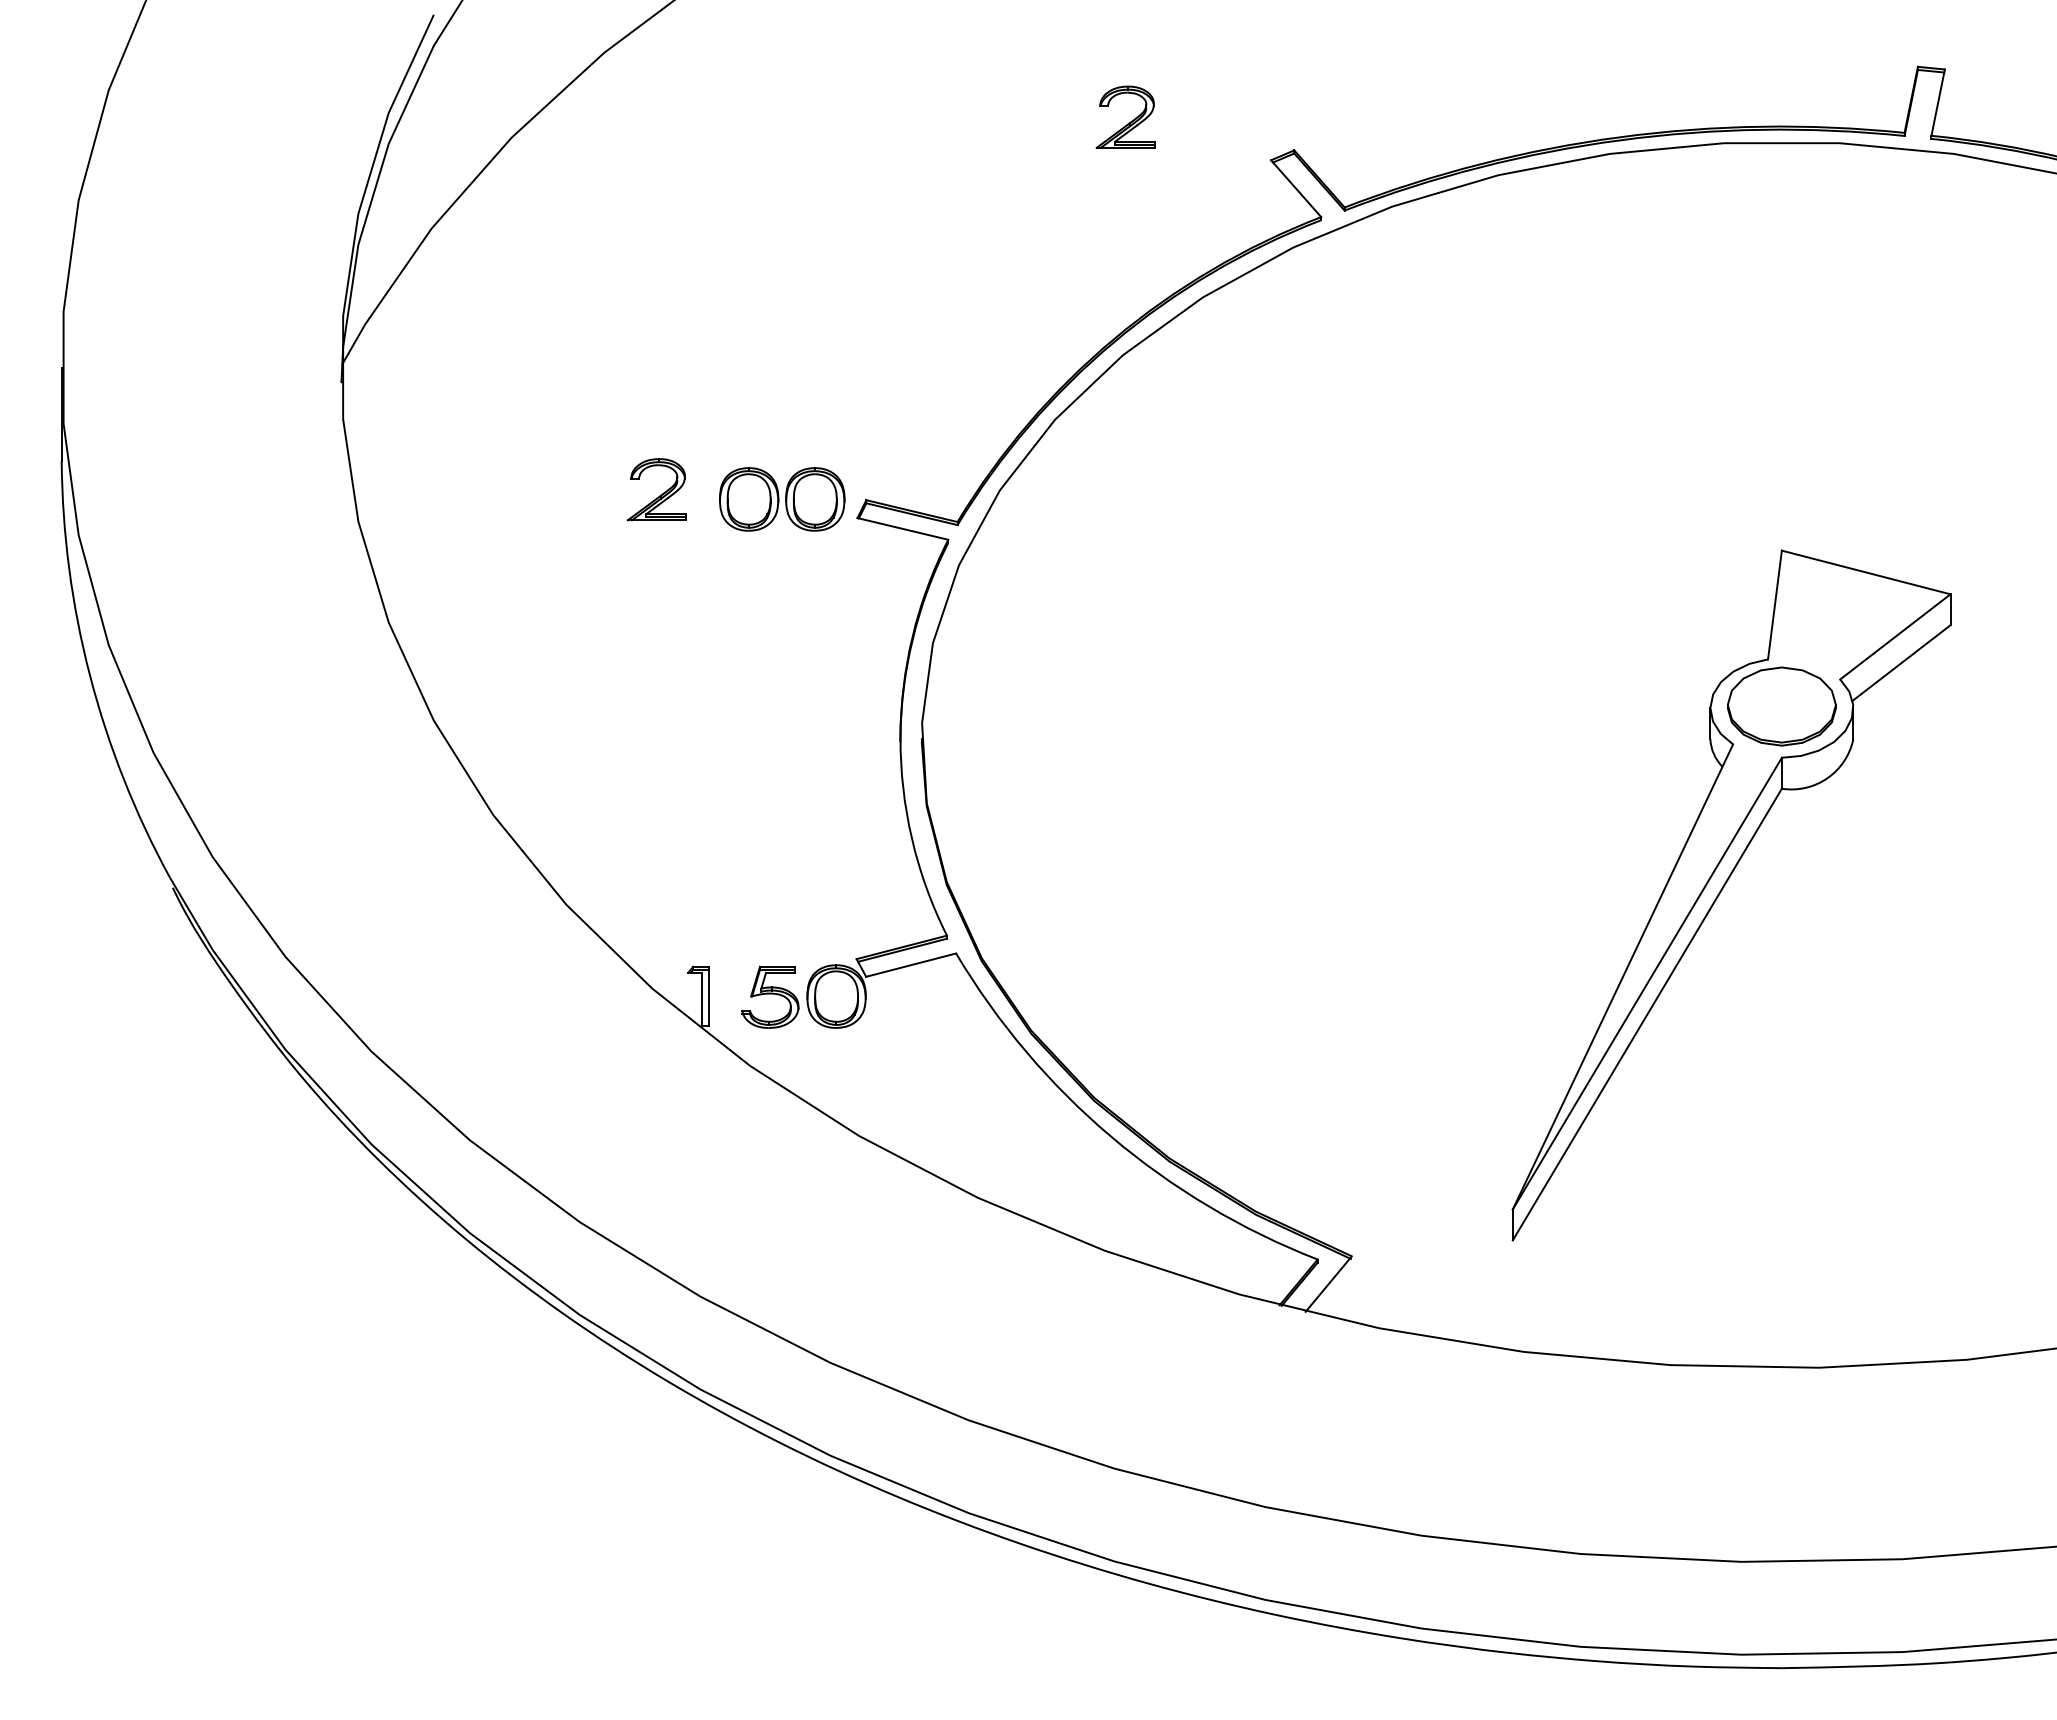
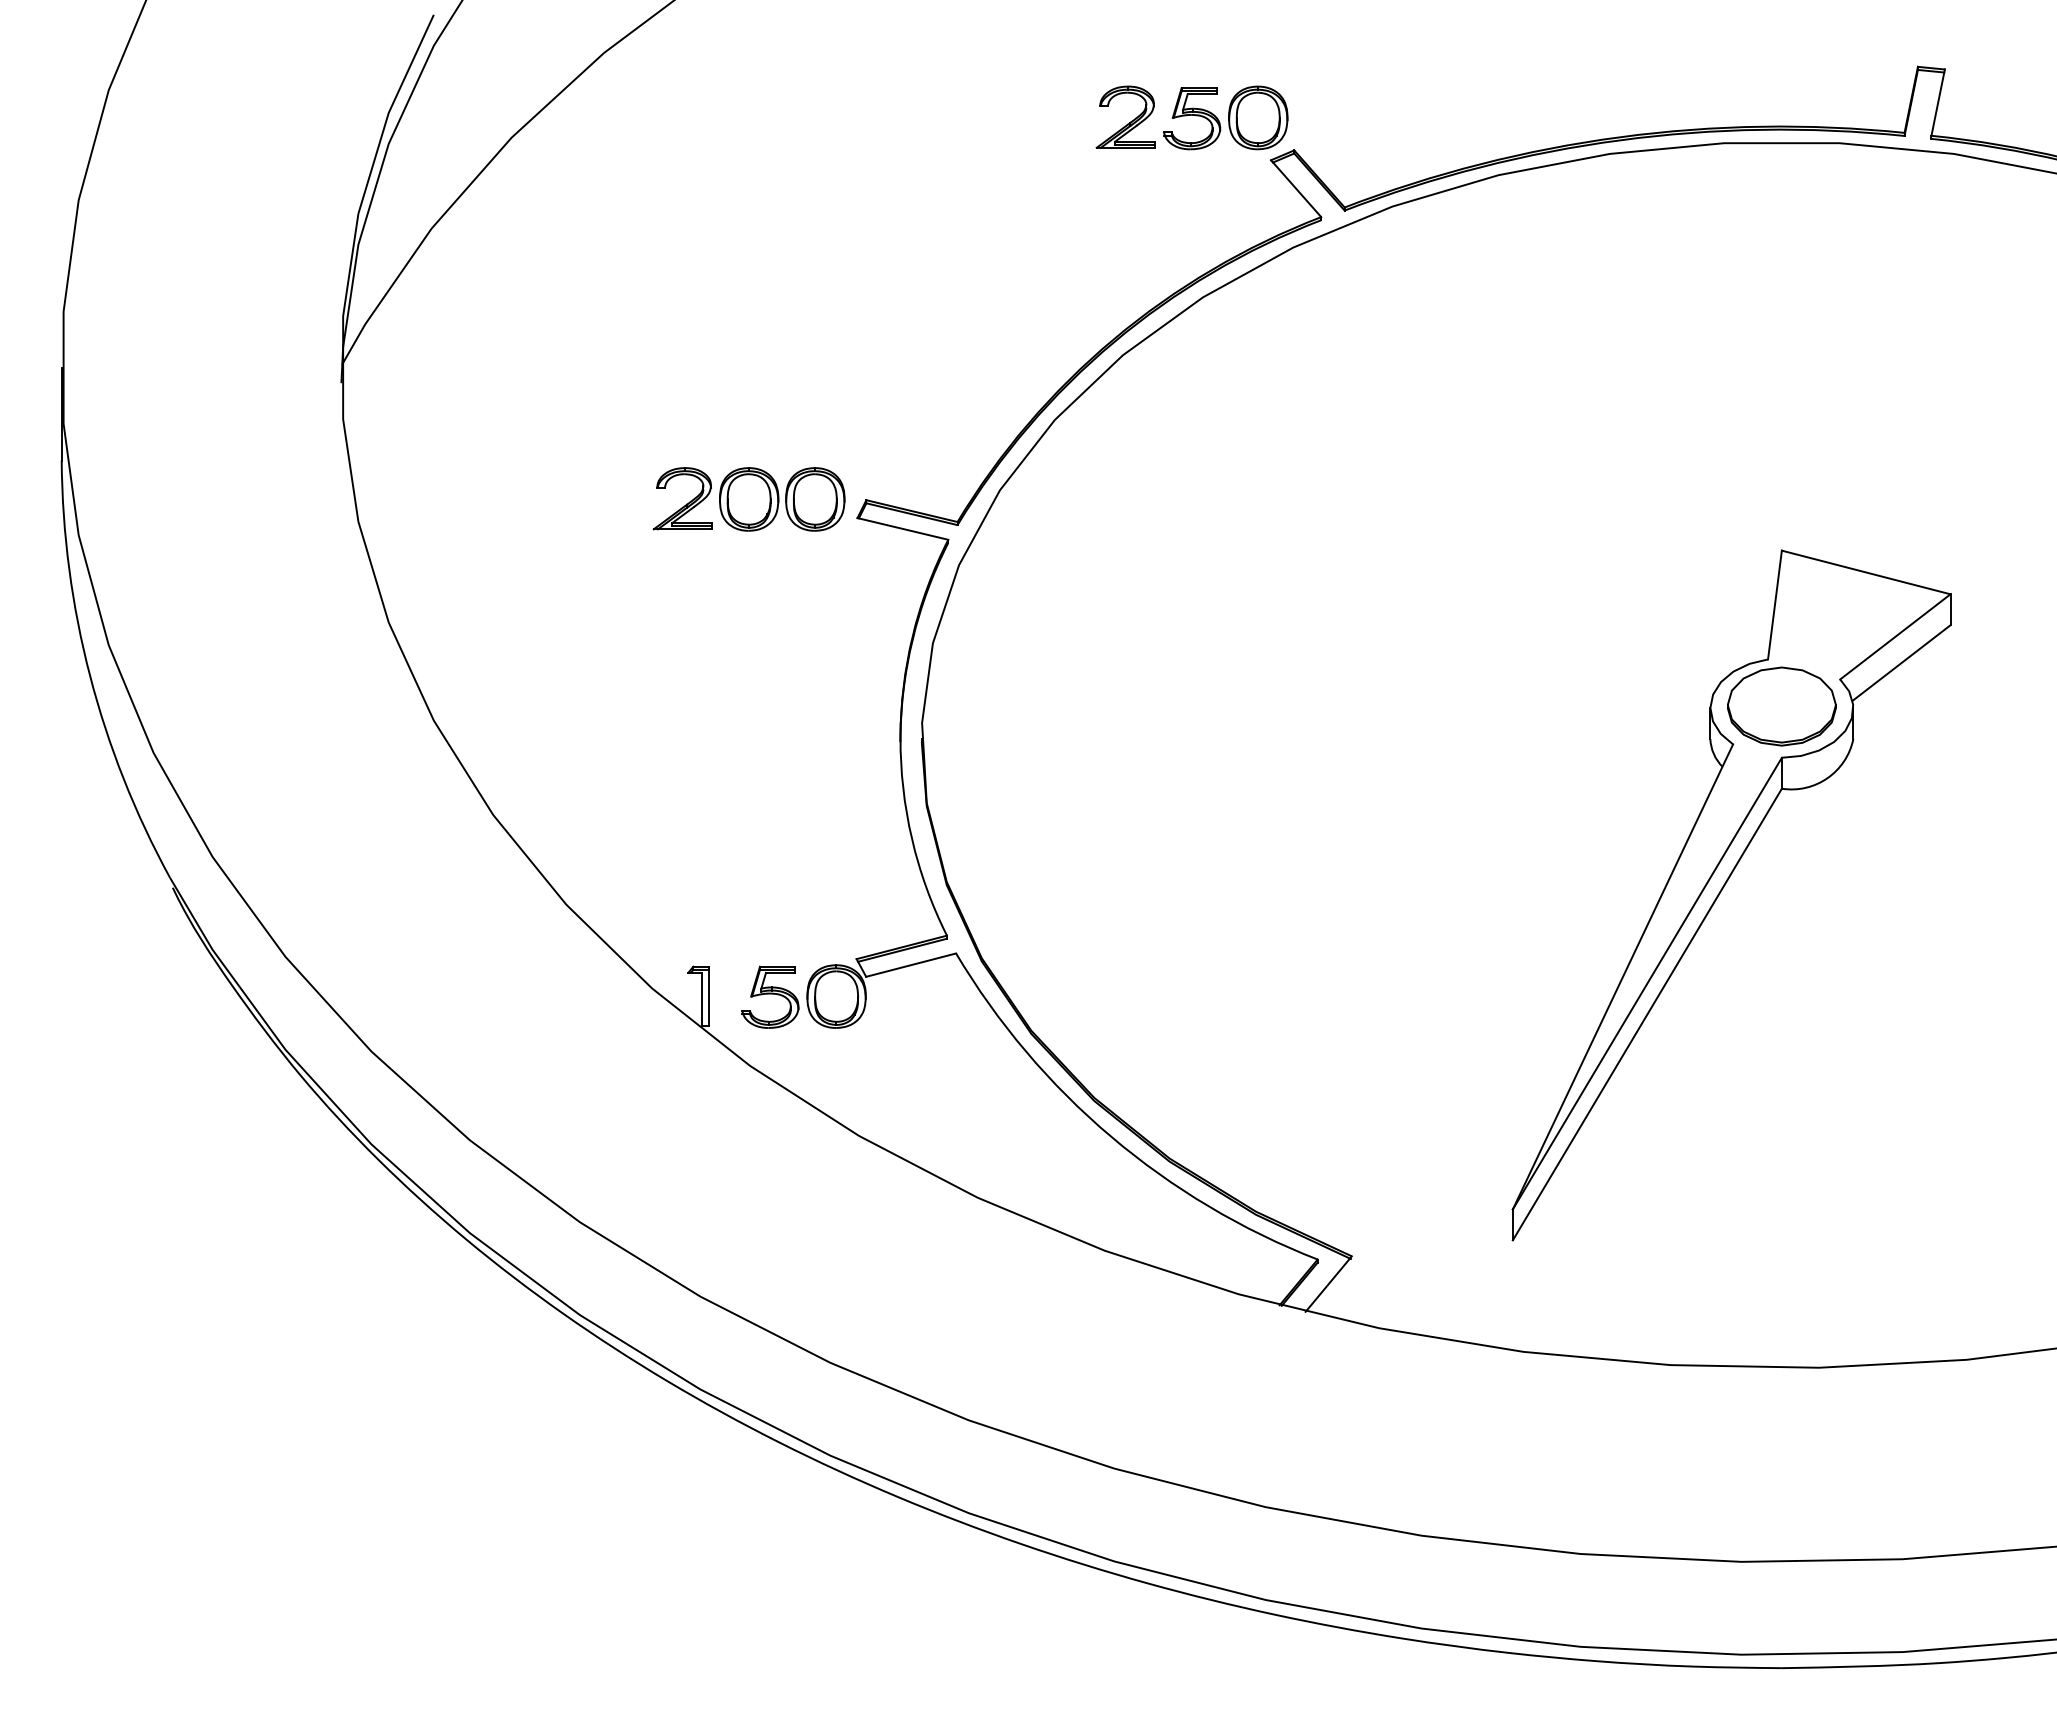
part at (1225, 117): none -> present
part at (660, 494) position: (660, 494) -> (686, 503)
